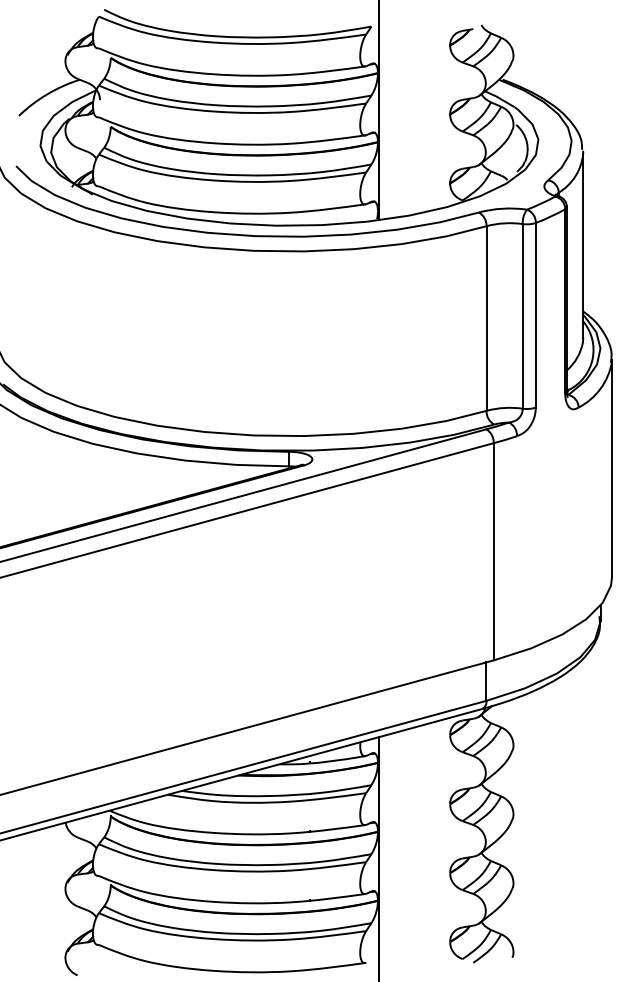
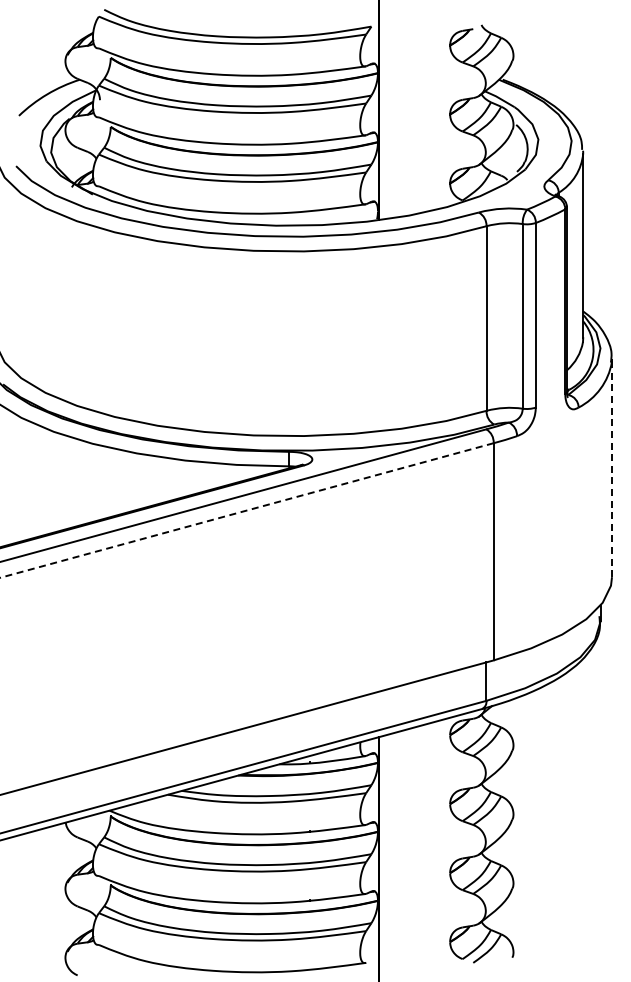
line at (612, 468): solid -> dashed
line at (247, 510): solid -> dashed
